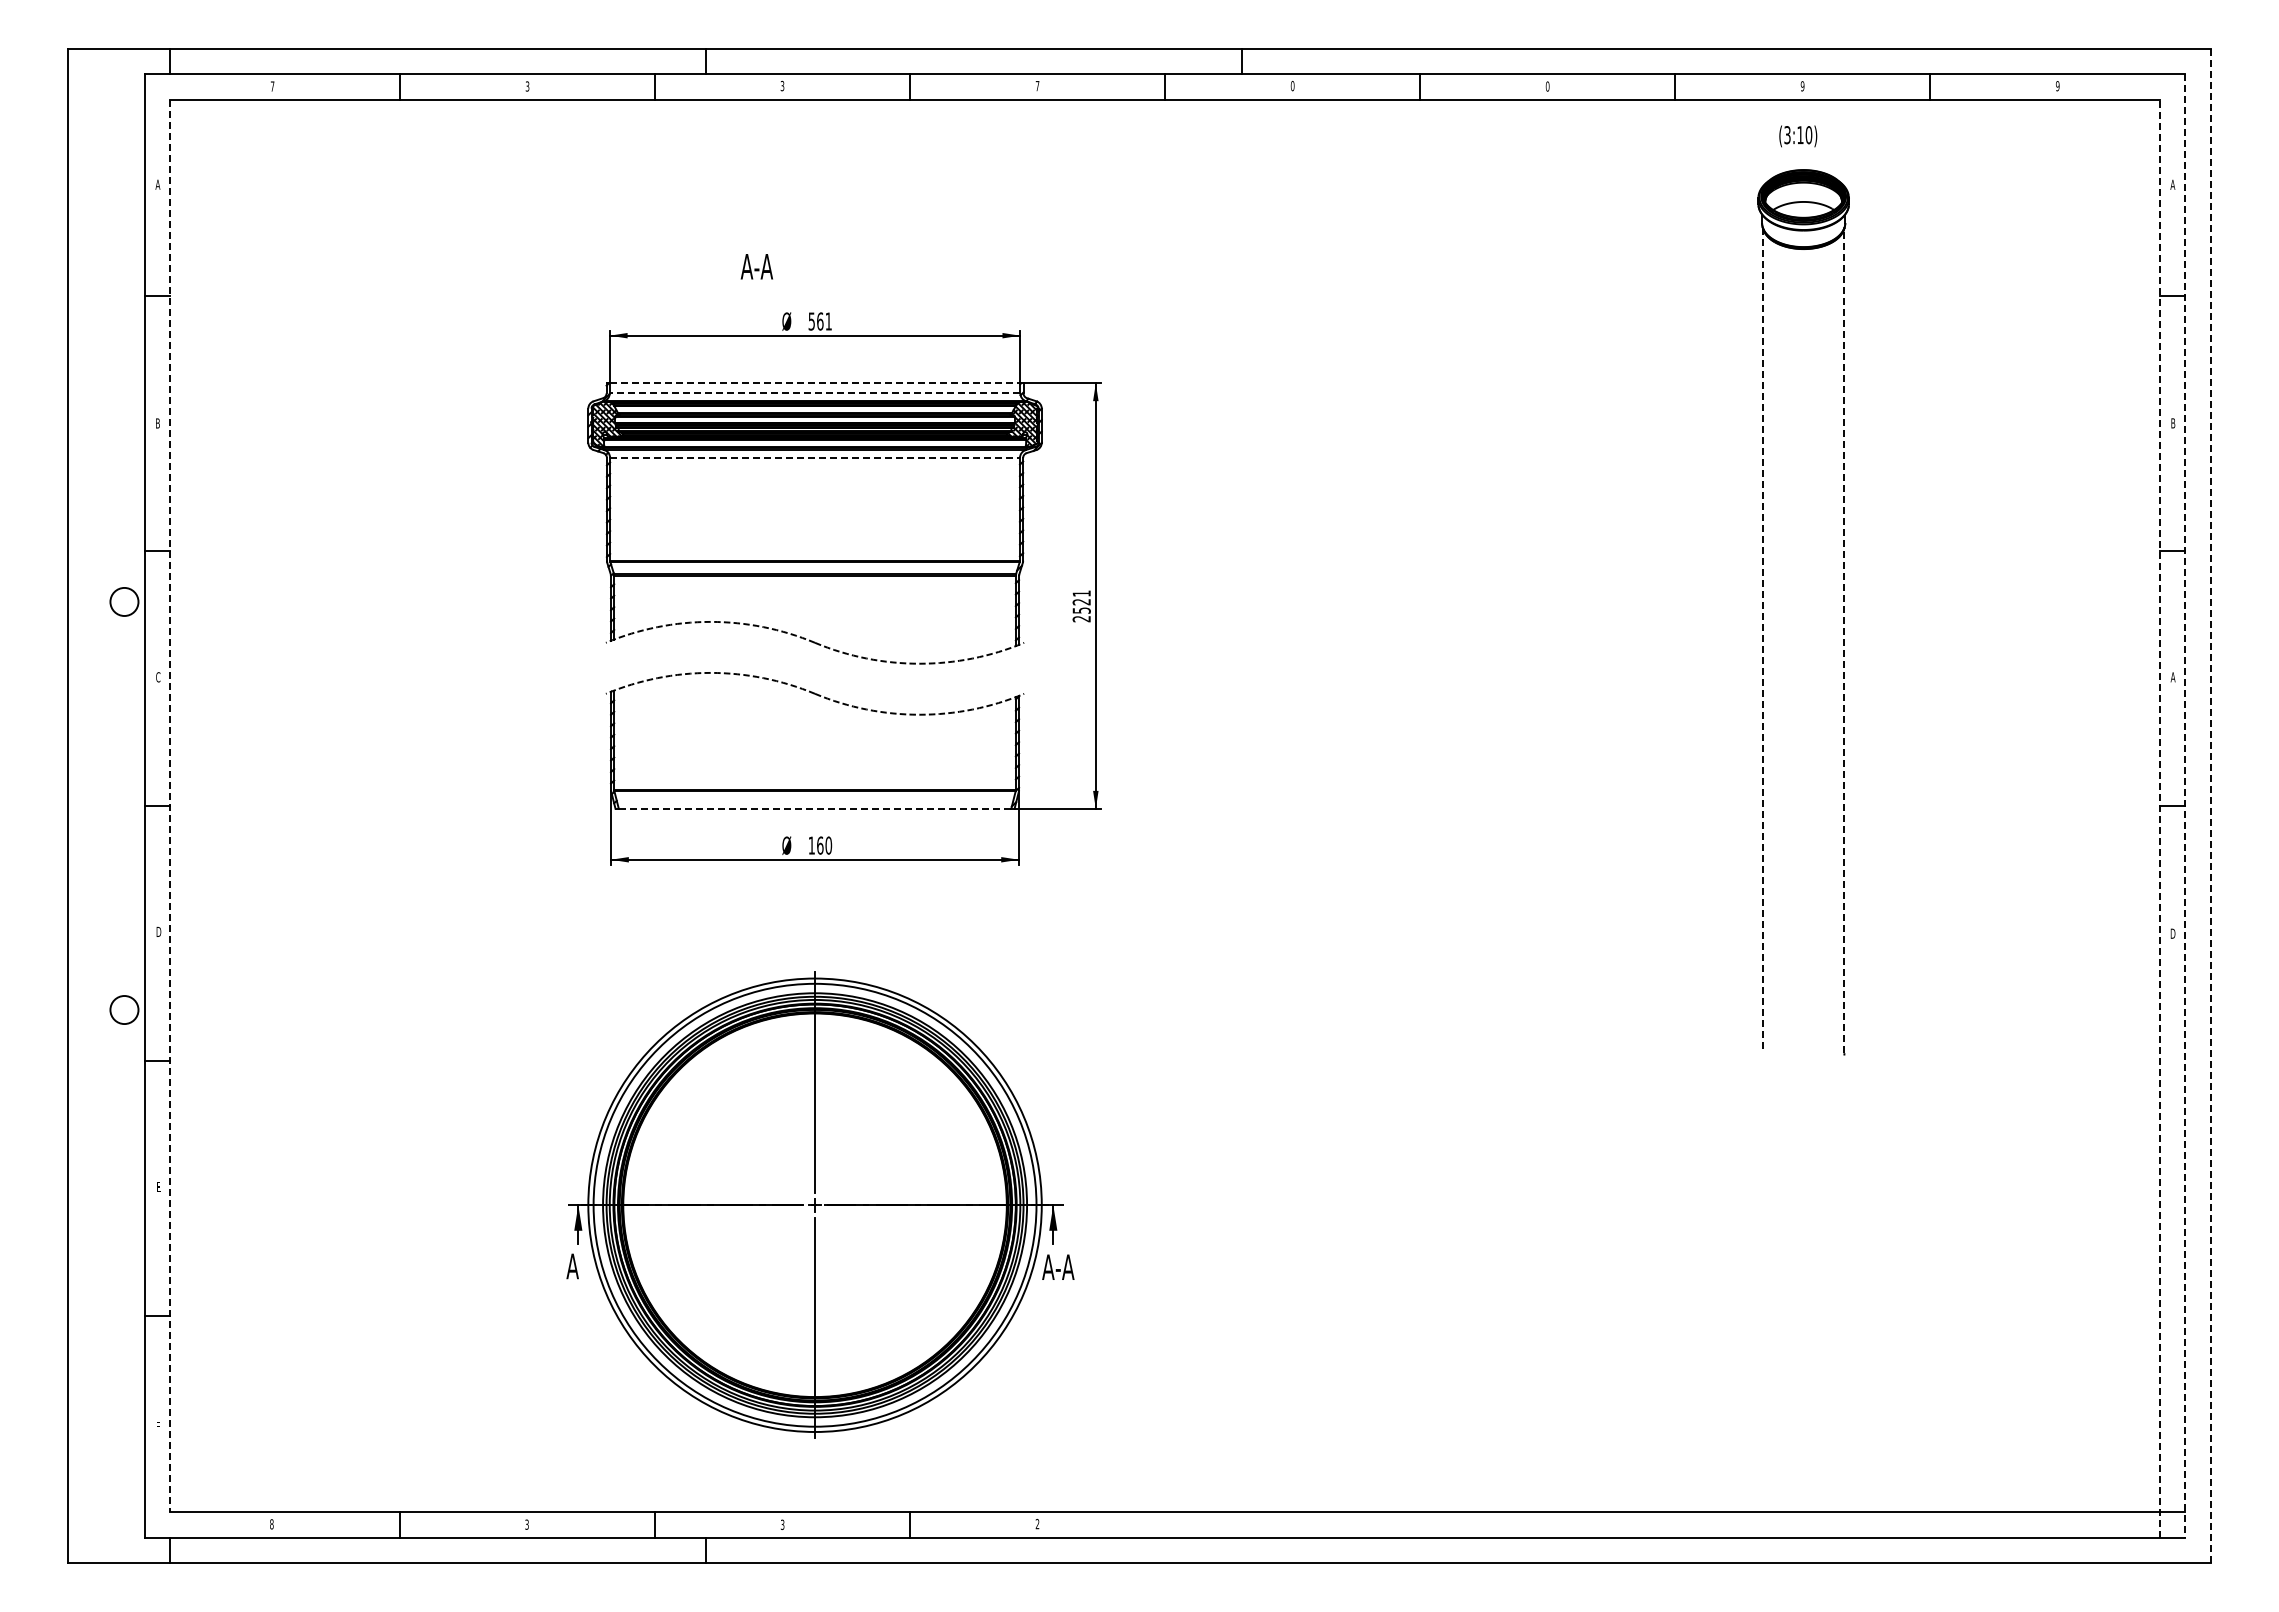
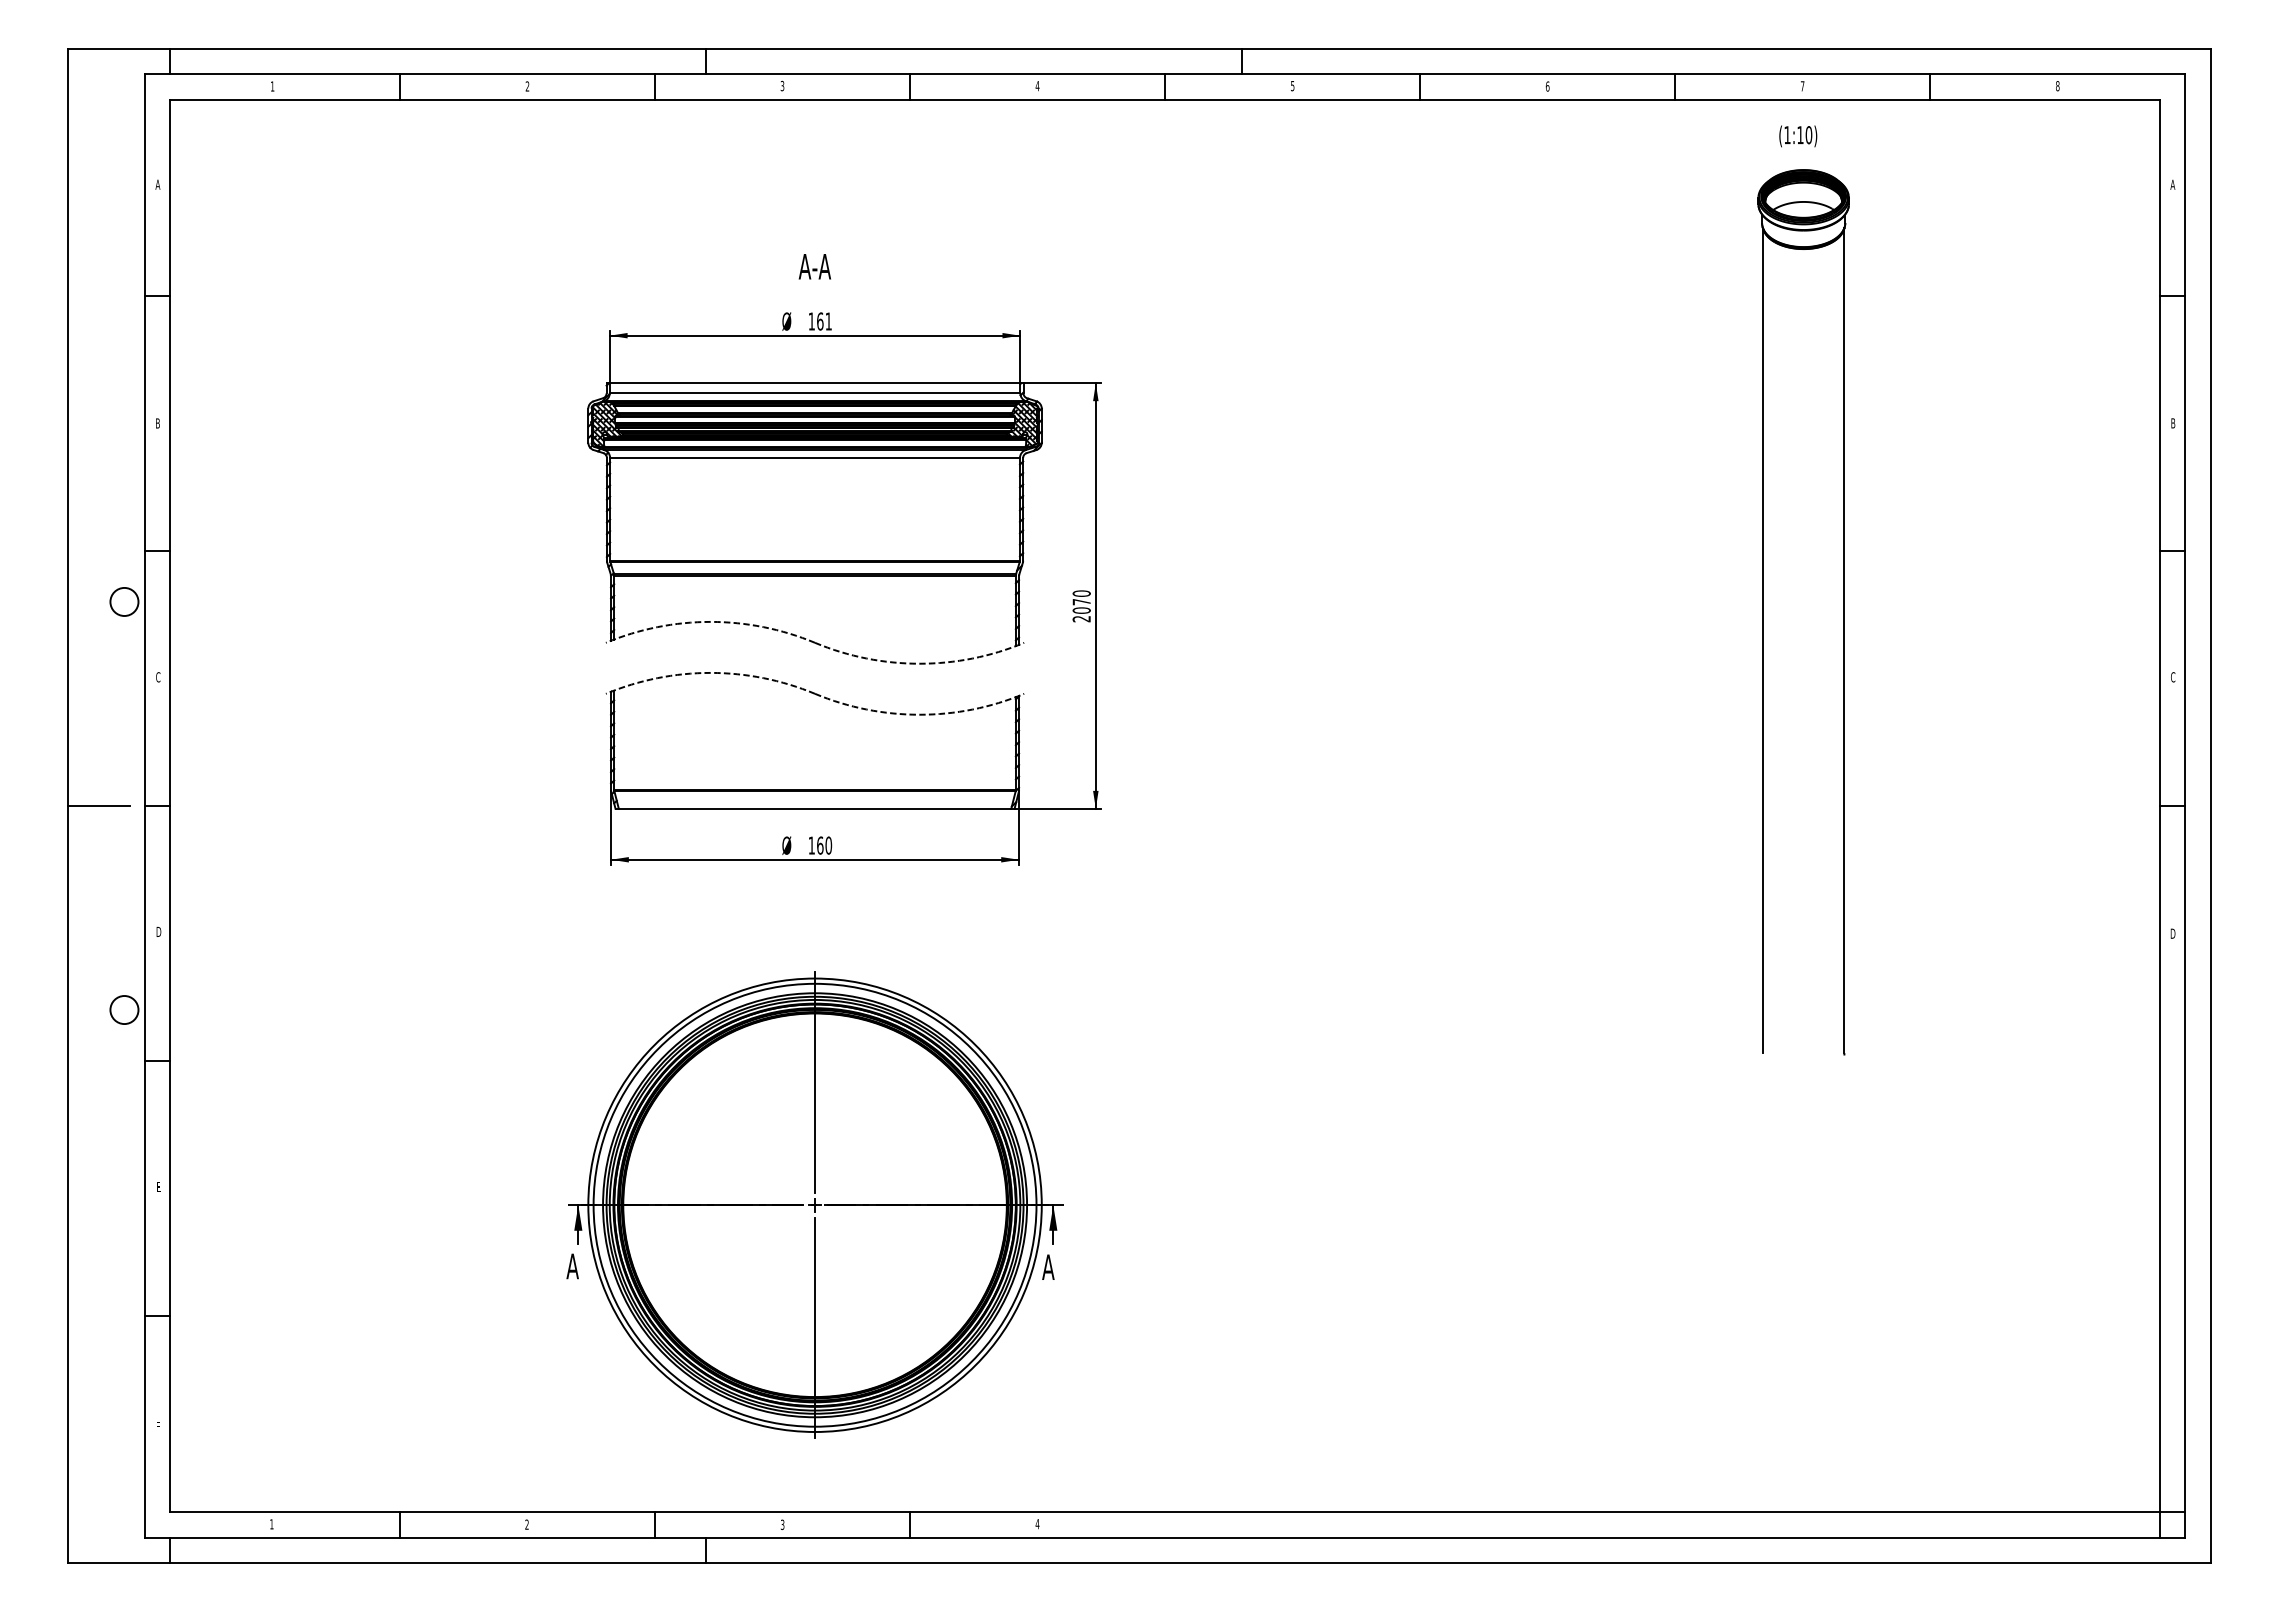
text at (1292, 85): 0 -> 5
text at (272, 86): 7 -> 1
text at (527, 86): 3 -> 2
text at (1037, 86): 7 -> 4
text at (1547, 86): 0 -> 6
text at (1802, 86): 9 -> 7
text at (2057, 86): 9 -> 8
text at (1787, 135): (3:10) -> (1:10)
text at (756, 266) position: (756, 266) -> (814, 266)
text at (811, 321): 561 -> 161
line at (815, 383): dashed -> solid
line at (814, 393): dashed -> solid
line at (815, 457): dashed -> solid
text at (1081, 601): 2521 -> 2070
line at (1762, 640): dashed -> solid
line at (1844, 640): dashed -> solid
text at (2172, 677): A -> C
line at (2210, 805): dashed -> solid
line at (98, 806): none -> present
line at (170, 806): dashed -> solid
line at (2185, 806): dashed -> solid
line at (815, 808): dashed -> solid
line at (2159, 818): dashed -> solid
text at (1064, 1266): A-A -> A
text at (1037, 1523): 2 -> 4
text at (271, 1524): 8 -> 1
text at (526, 1524): 3 -> 2
